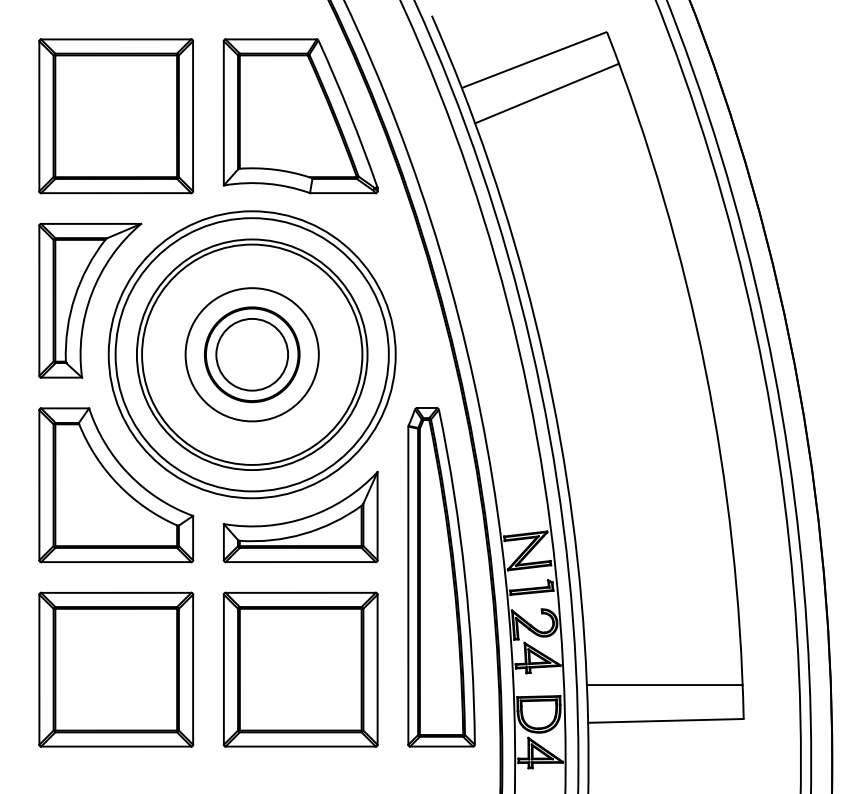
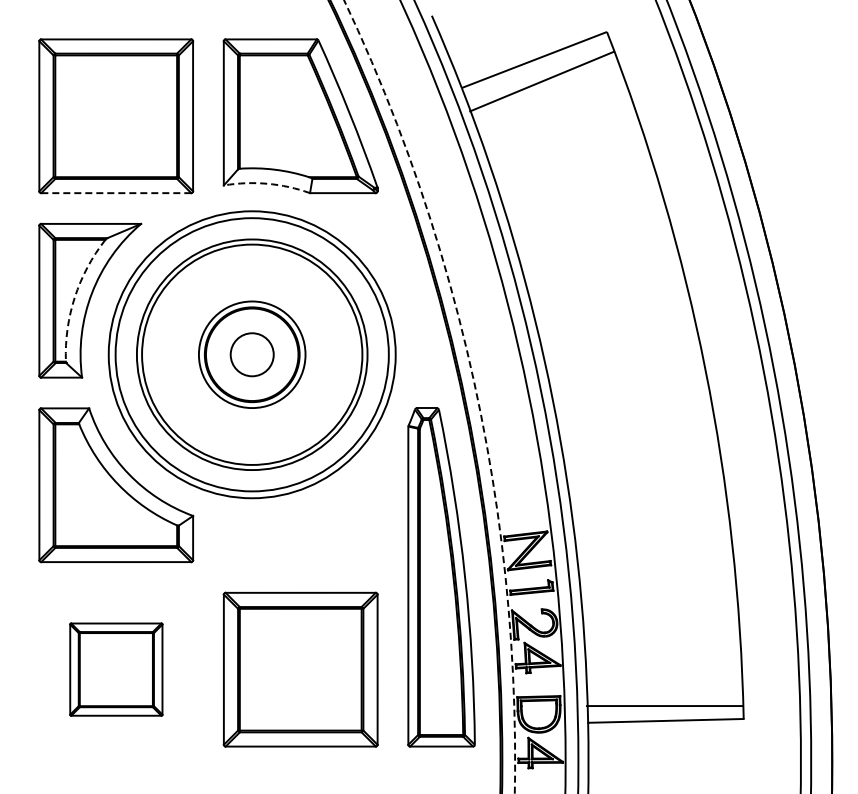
line at (547, 93) position: (547, 93) -> (542, 81)
arc at (267, 183): solid -> dashed
line at (115, 193): solid -> dashed
arc at (74, 297): solid -> dashed
circle at (251, 354) diameter: 133 px -> 107 px
circle at (252, 354) diameter: 72 px -> 43 px
arc at (475, 387): solid -> dashed
part at (300, 517): present -> none
part at (116, 669) size: 157x157 px -> 95x95 px
line at (664, 685) position: (664, 685) -> (664, 706)
